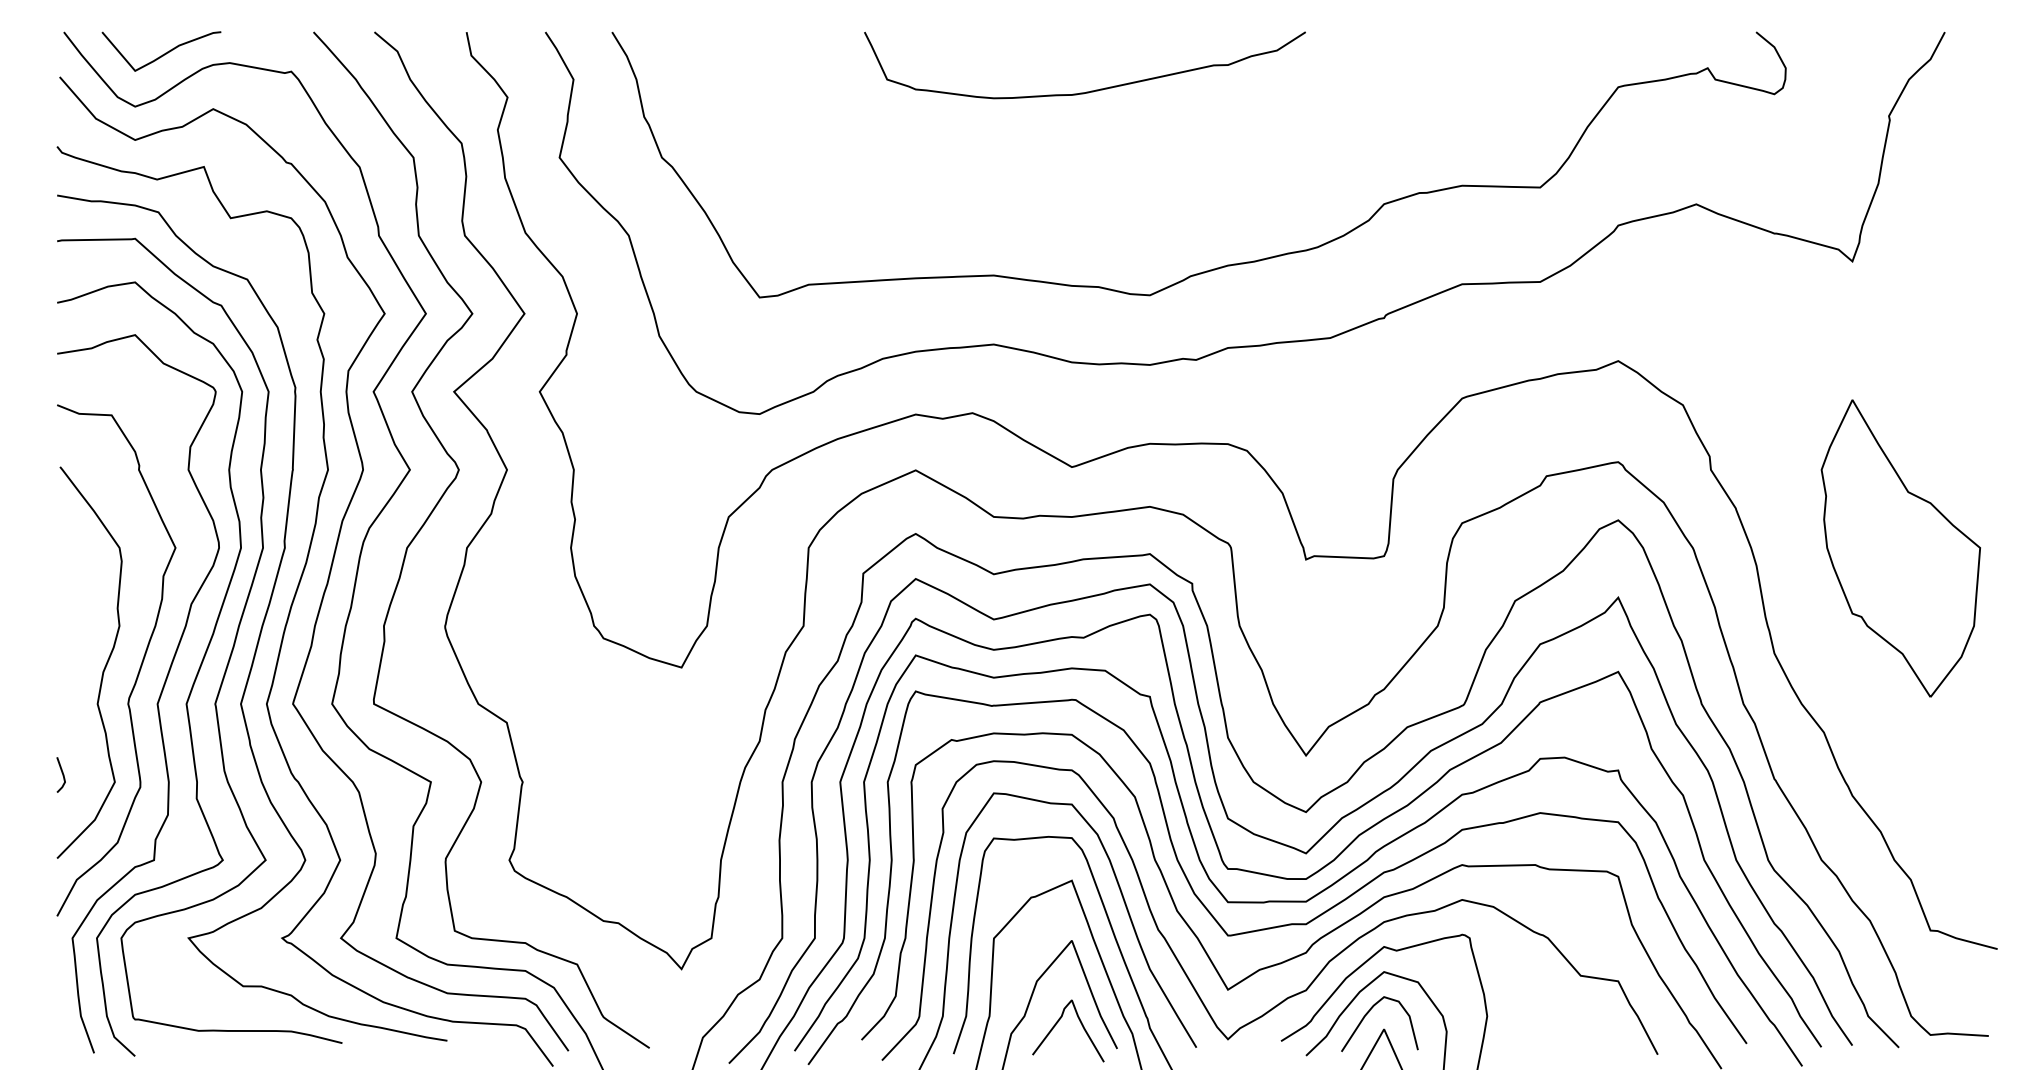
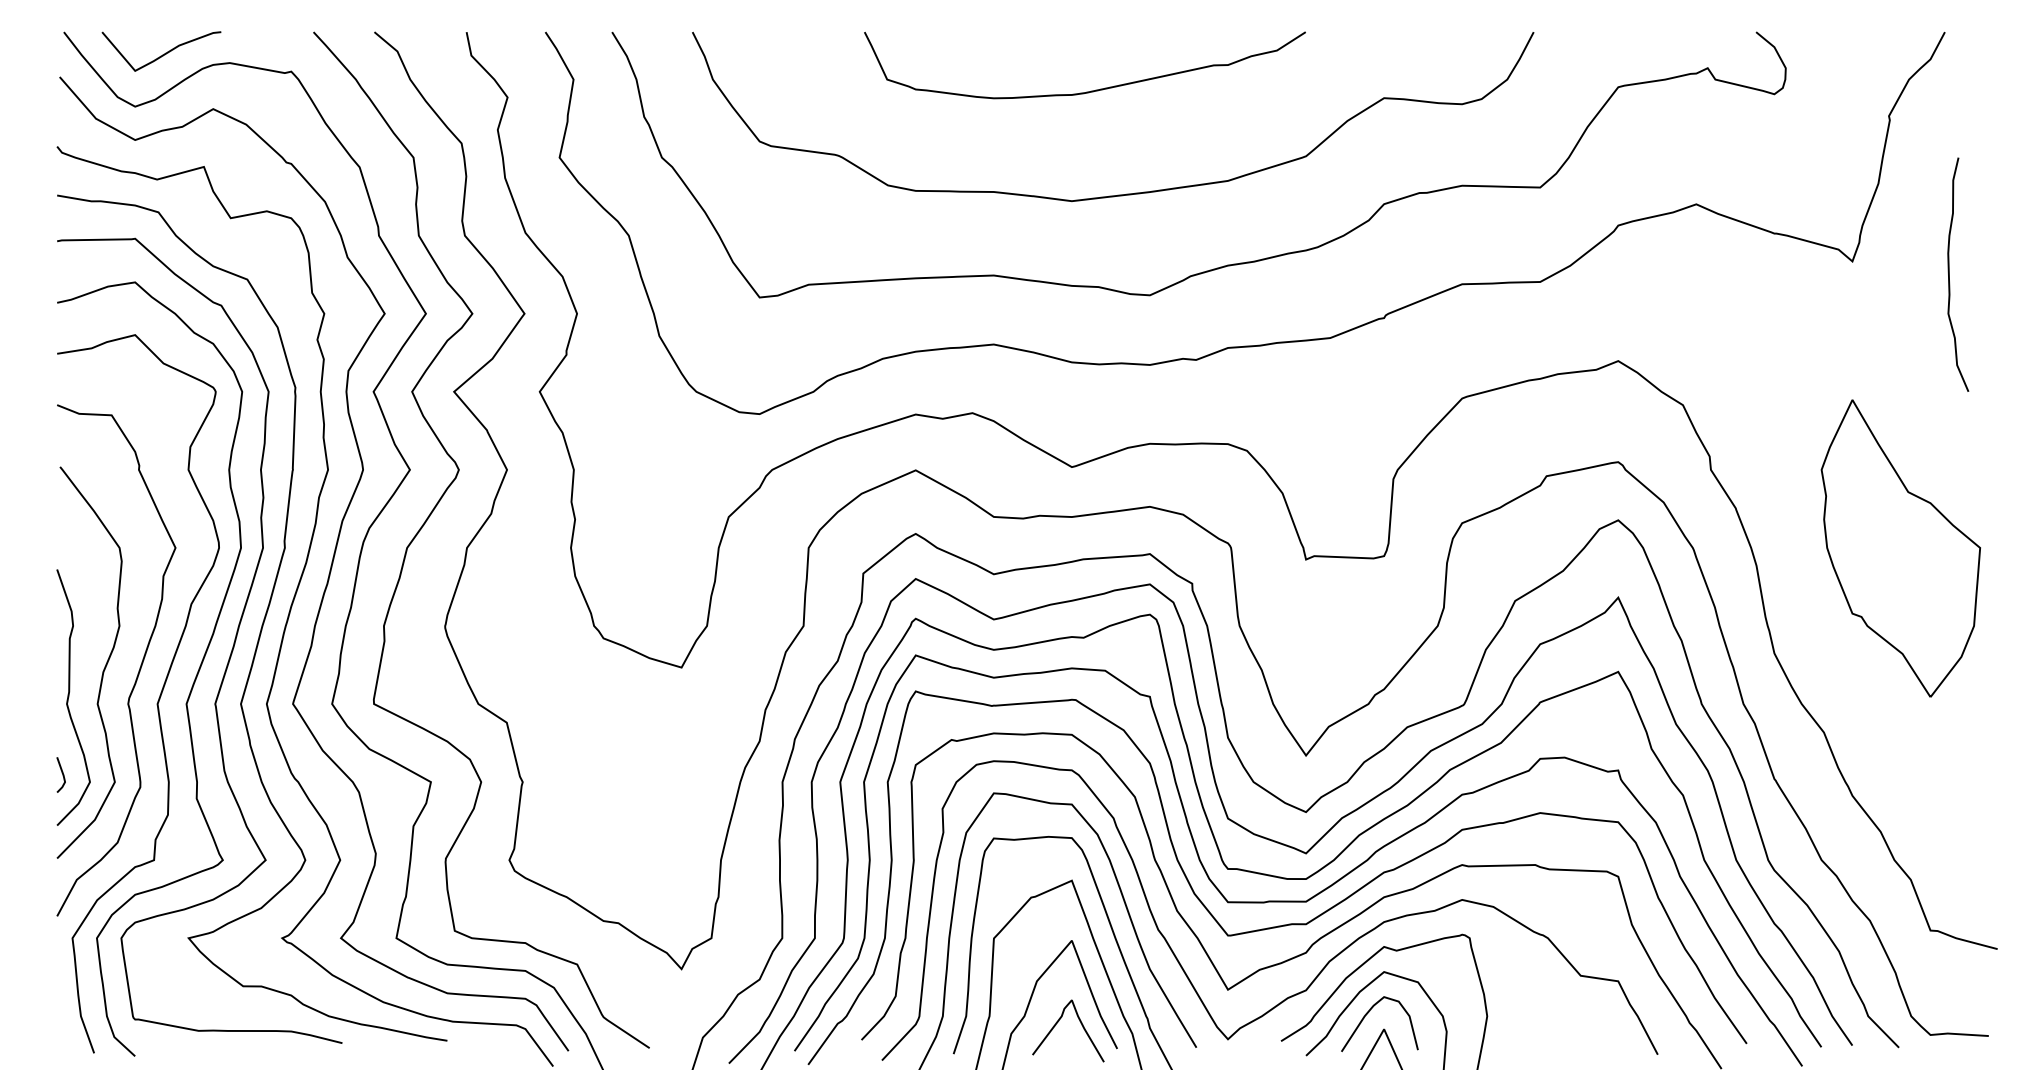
curve at (1126, 193): none -> present
curve at (1949, 274): none -> present
curve at (69, 697): none -> present
